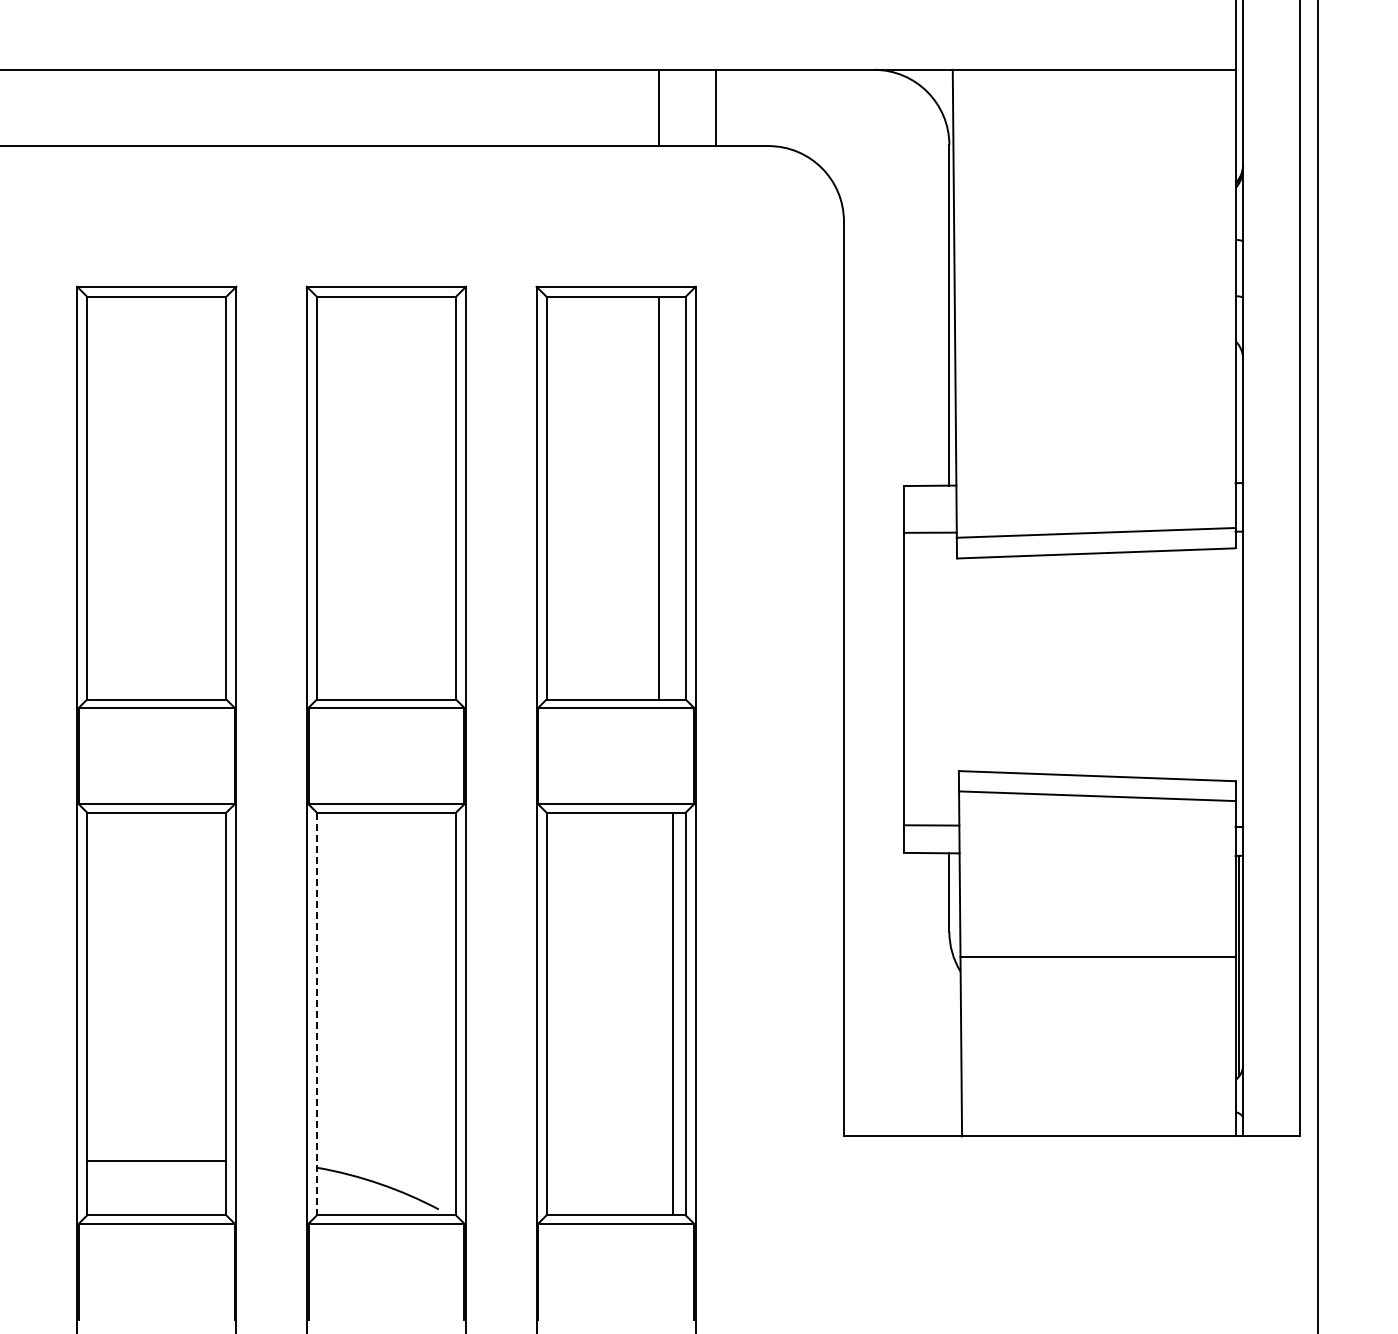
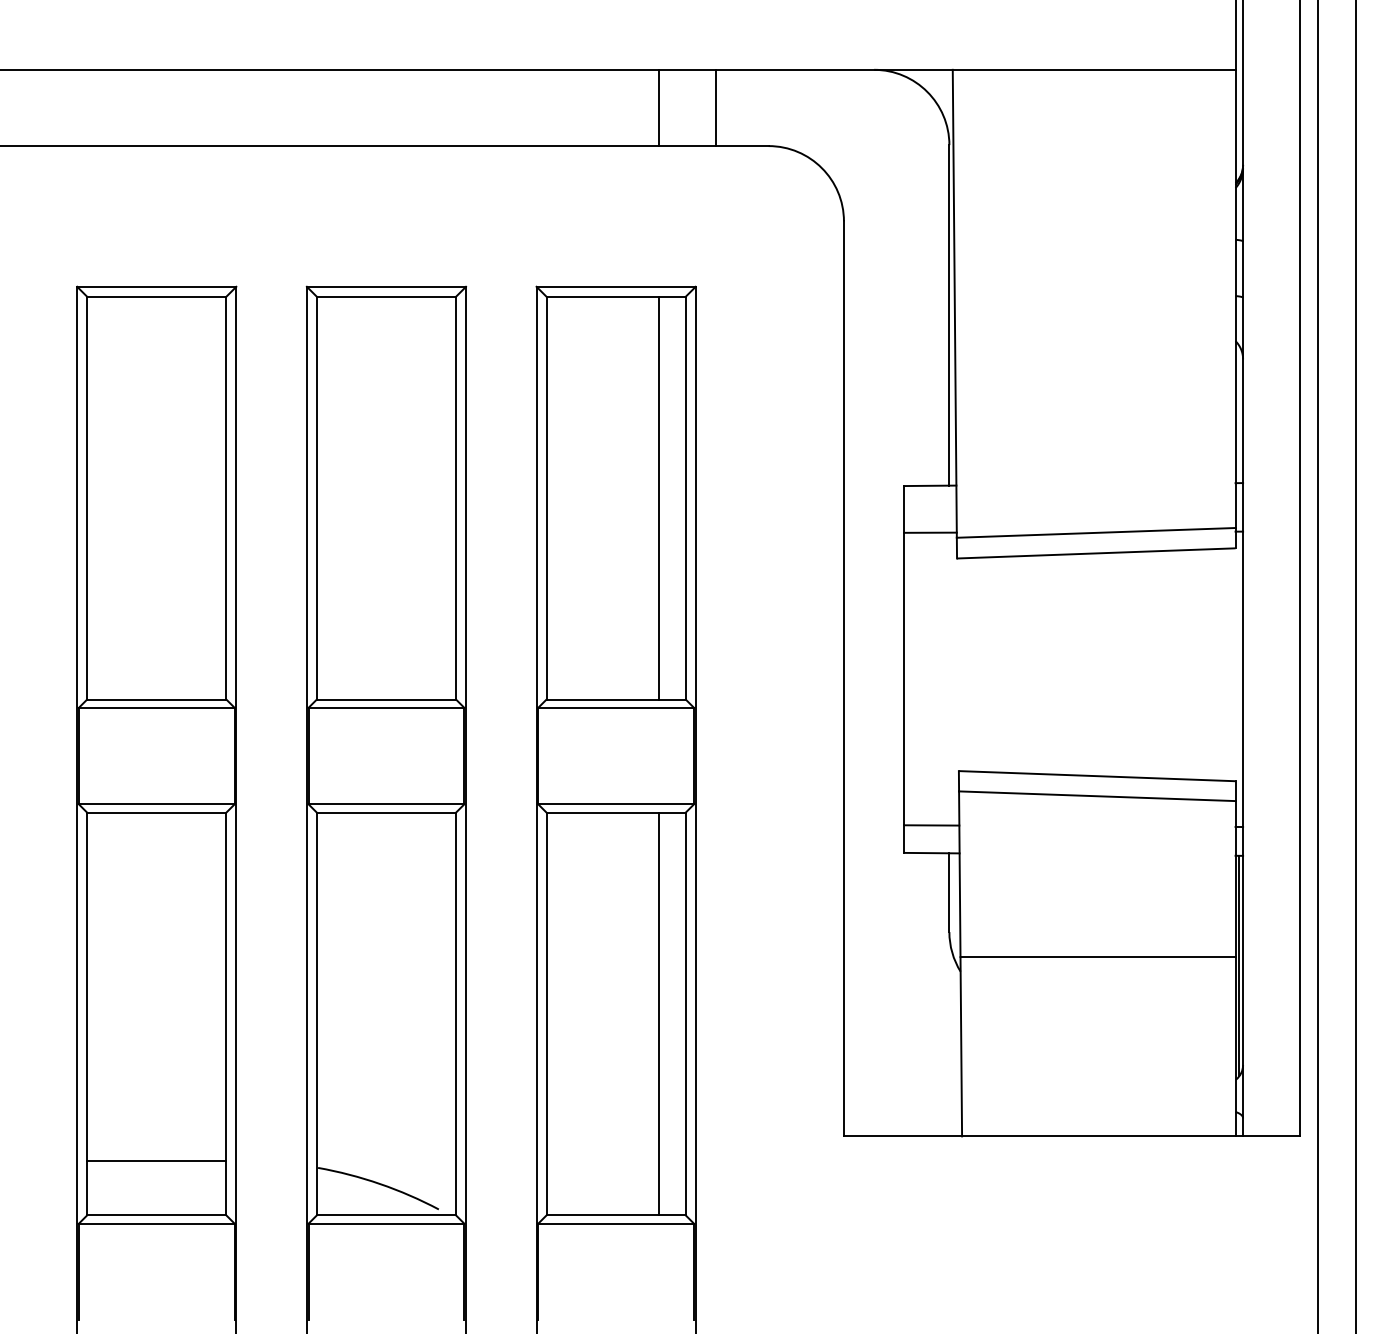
line at (1356, 666): none -> present
line at (673, 1013) position: (673, 1013) -> (659, 1013)
line at (316, 1014): dashed -> solid
